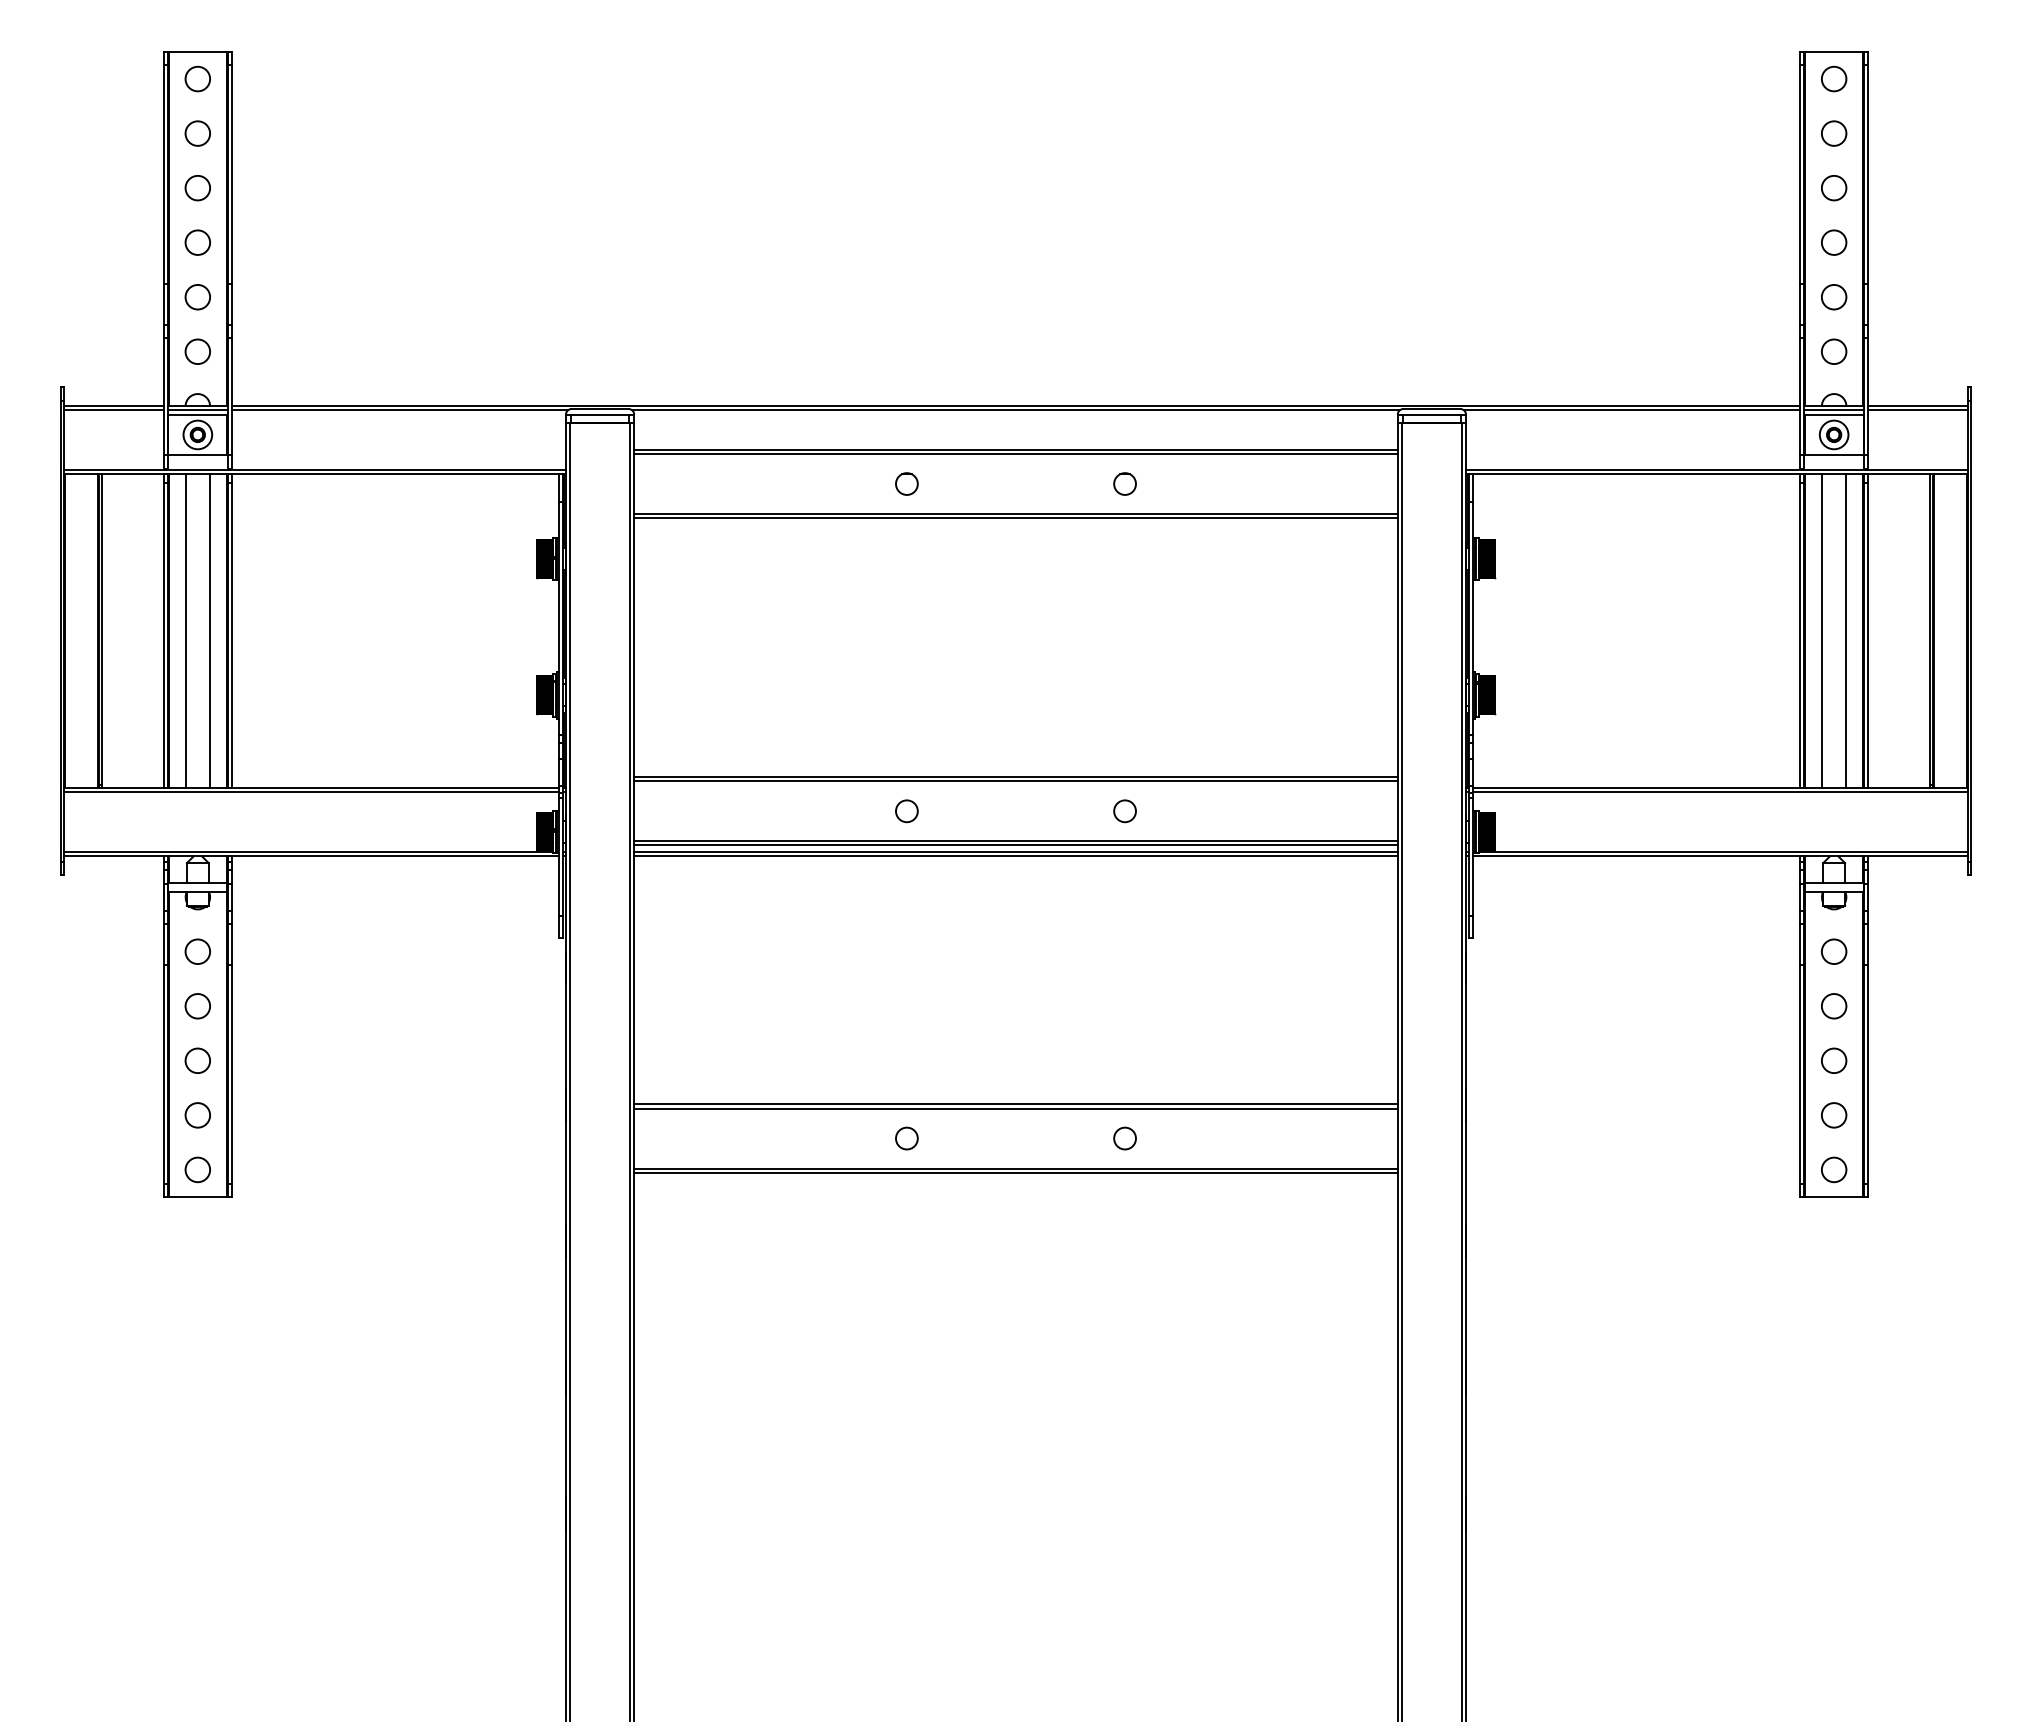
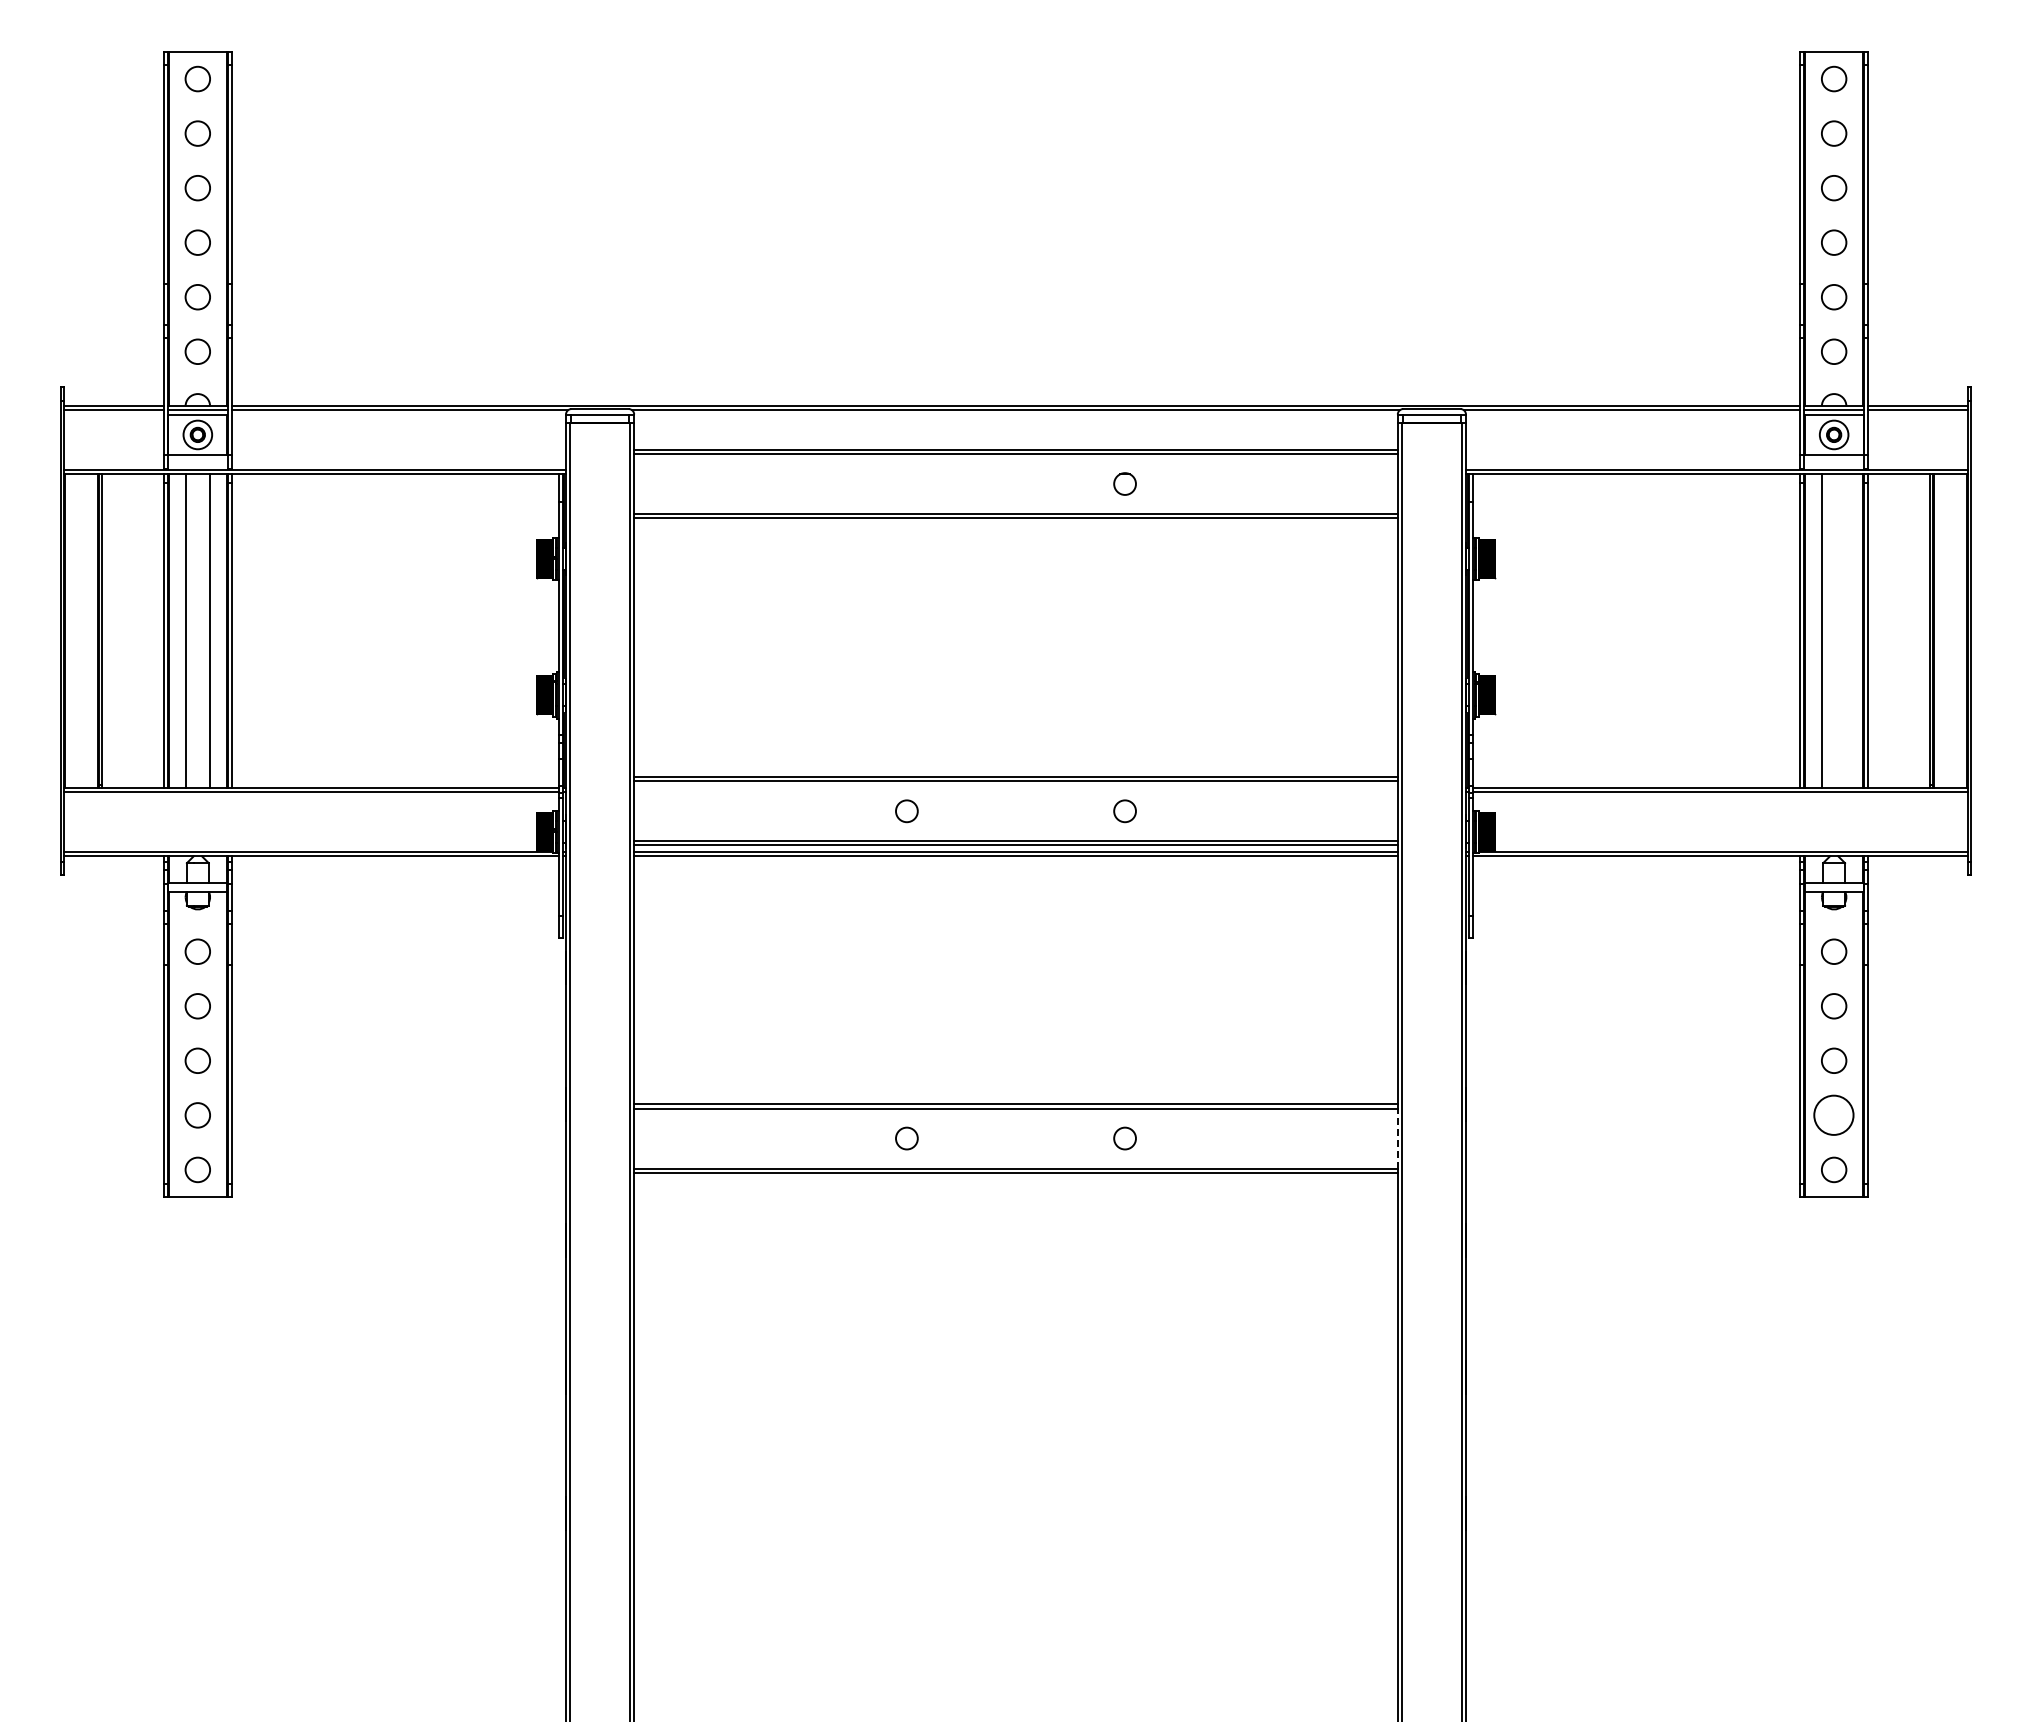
circle at (906, 483): present -> none
line at (1846, 631): present -> none
circle at (1834, 1115) size: 27x27 px -> 42x42 px
line at (1397, 1138): solid -> dashed
